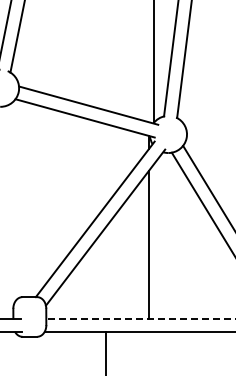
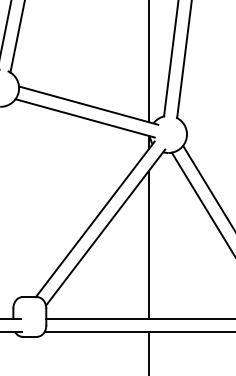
line at (153, 62) position: (153, 62) -> (148, 62)
line at (141, 318): dashed -> solid
line at (105, 351) position: (105, 351) -> (148, 351)
